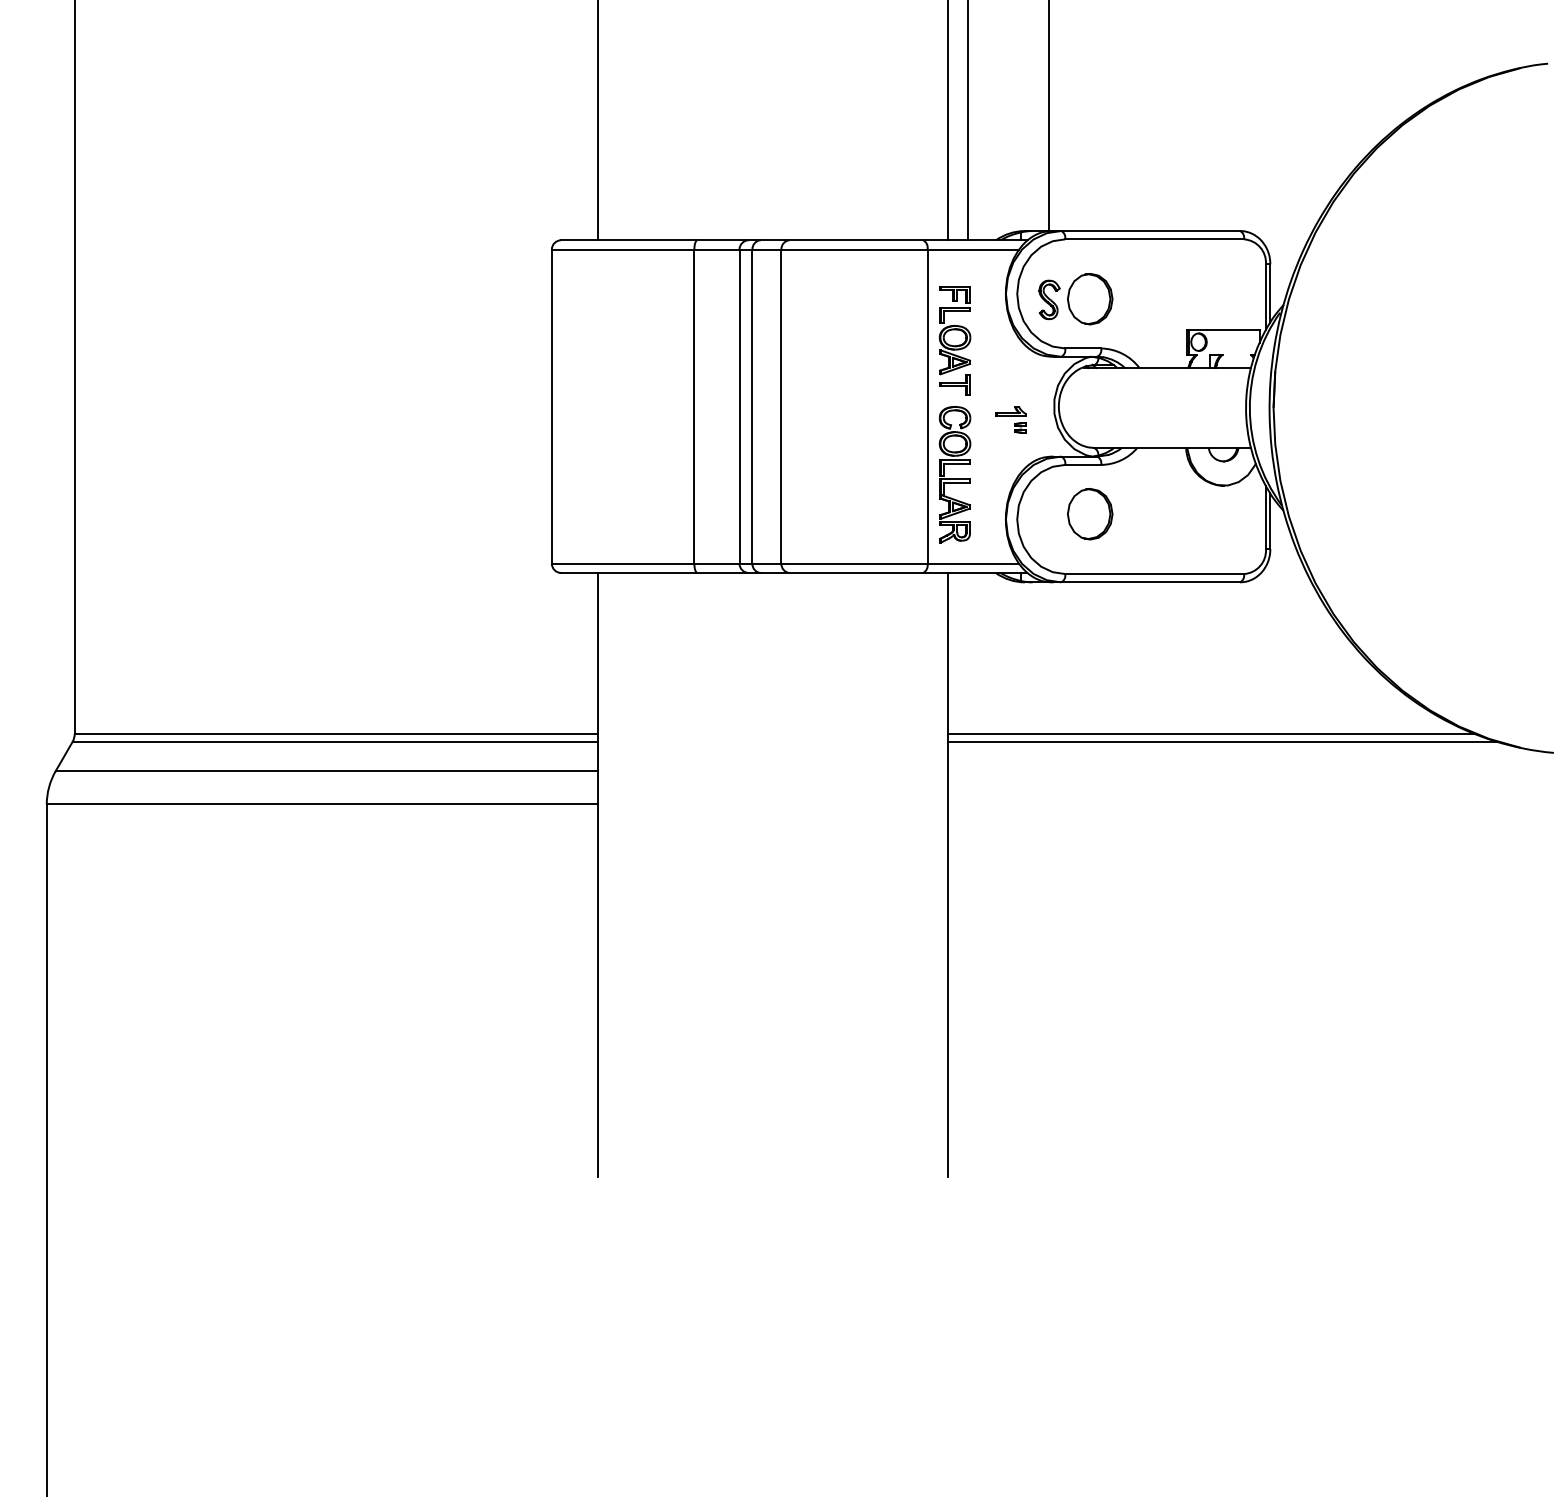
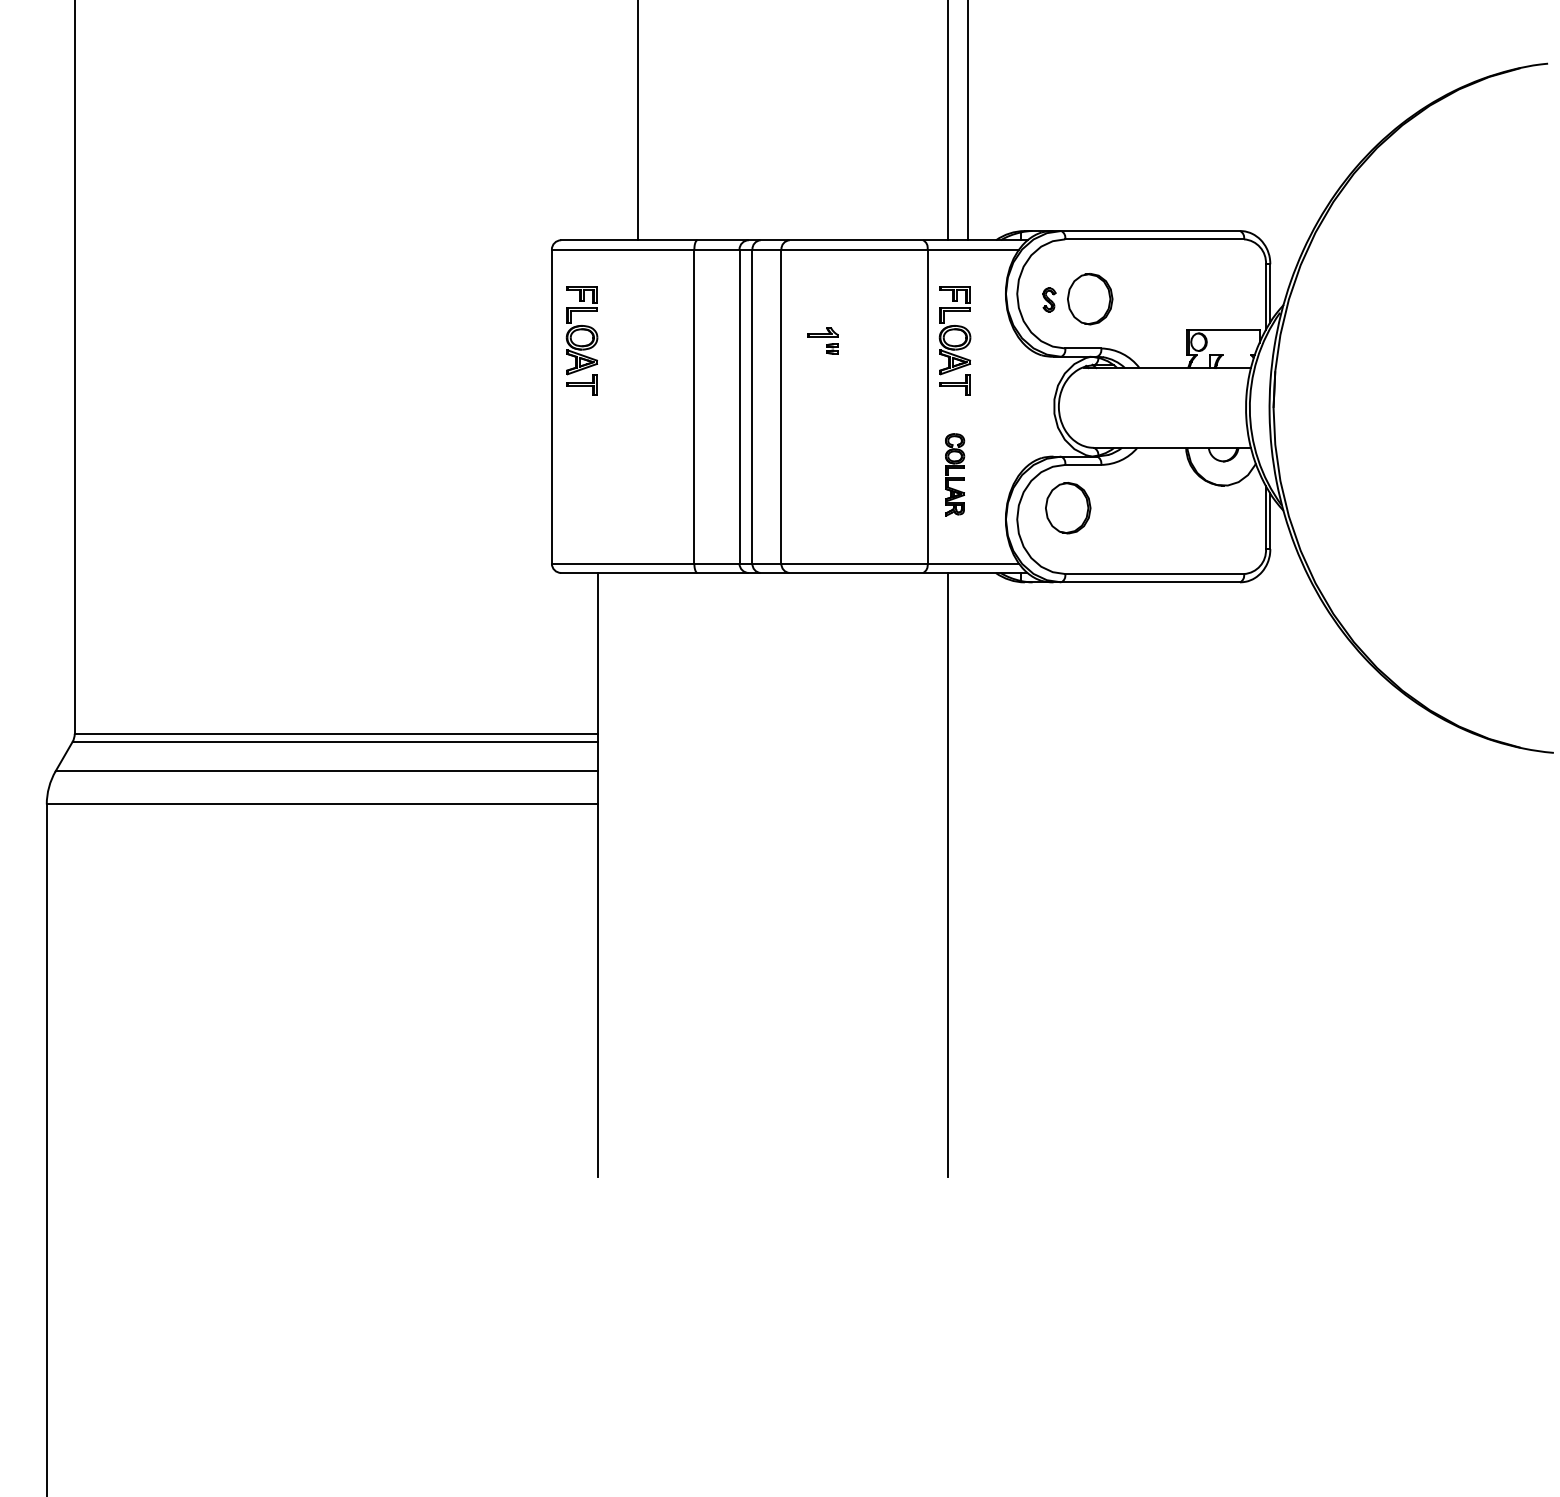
line at (1049, 116): present -> none
line at (597, 121) position: (597, 121) -> (637, 121)
part at (1049, 299) size: 23x42 px -> 15x26 px
part at (581, 340): none -> present
part at (1010, 419) position: (1010, 419) -> (822, 340)
part at (954, 474) size: 34x138 px -> 21x84 px
part at (1090, 514) position: (1090, 514) -> (1068, 508)
line at (1211, 733): present -> none
line at (1223, 742): present -> none
